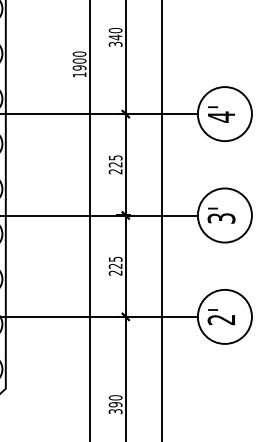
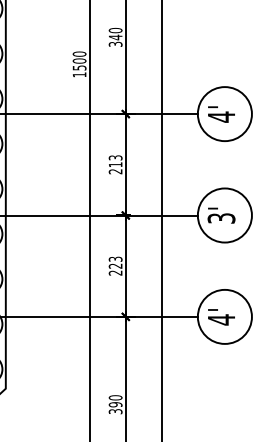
text at (79, 67): 1900 -> 1500
text at (115, 161): 225 -> 213
text at (114, 258): 225 -> 223
text at (220, 319): 2' -> 4'
